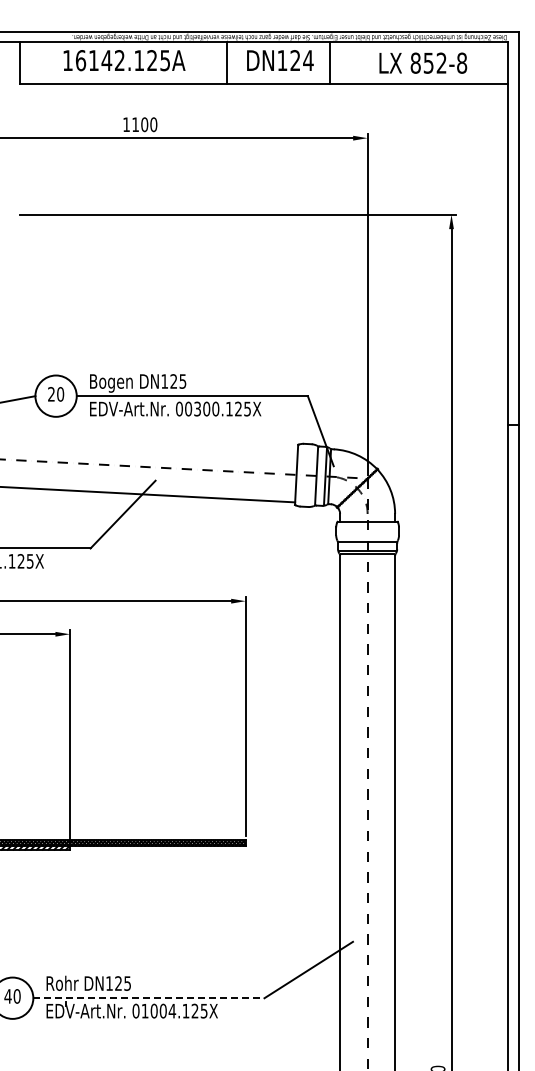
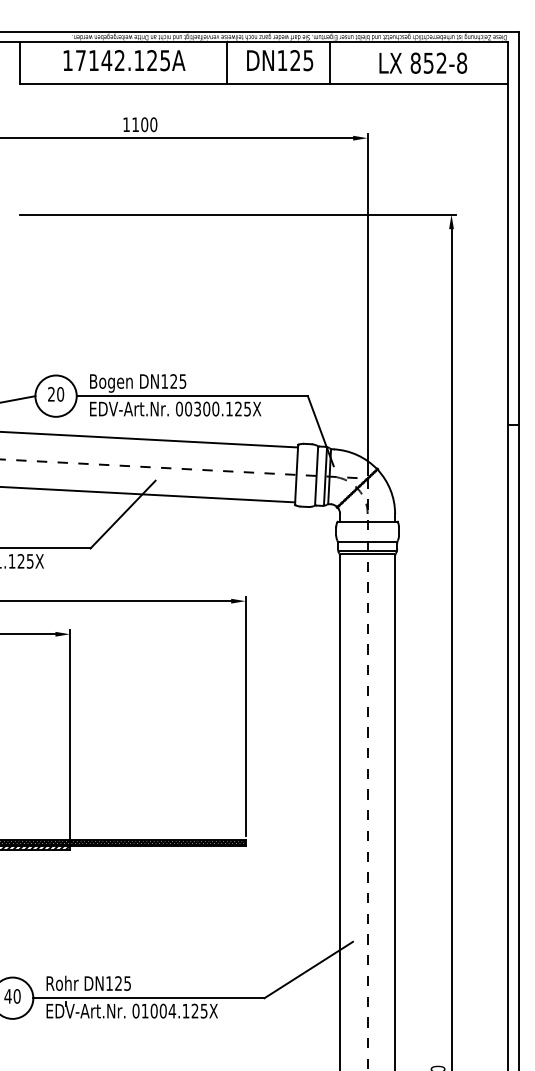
text at (81, 60): 16142.125A -> 17142.125A
text at (308, 60): DN124 -> DN125
line at (150, 439): none -> present
line at (148, 998): dashed -> solid
